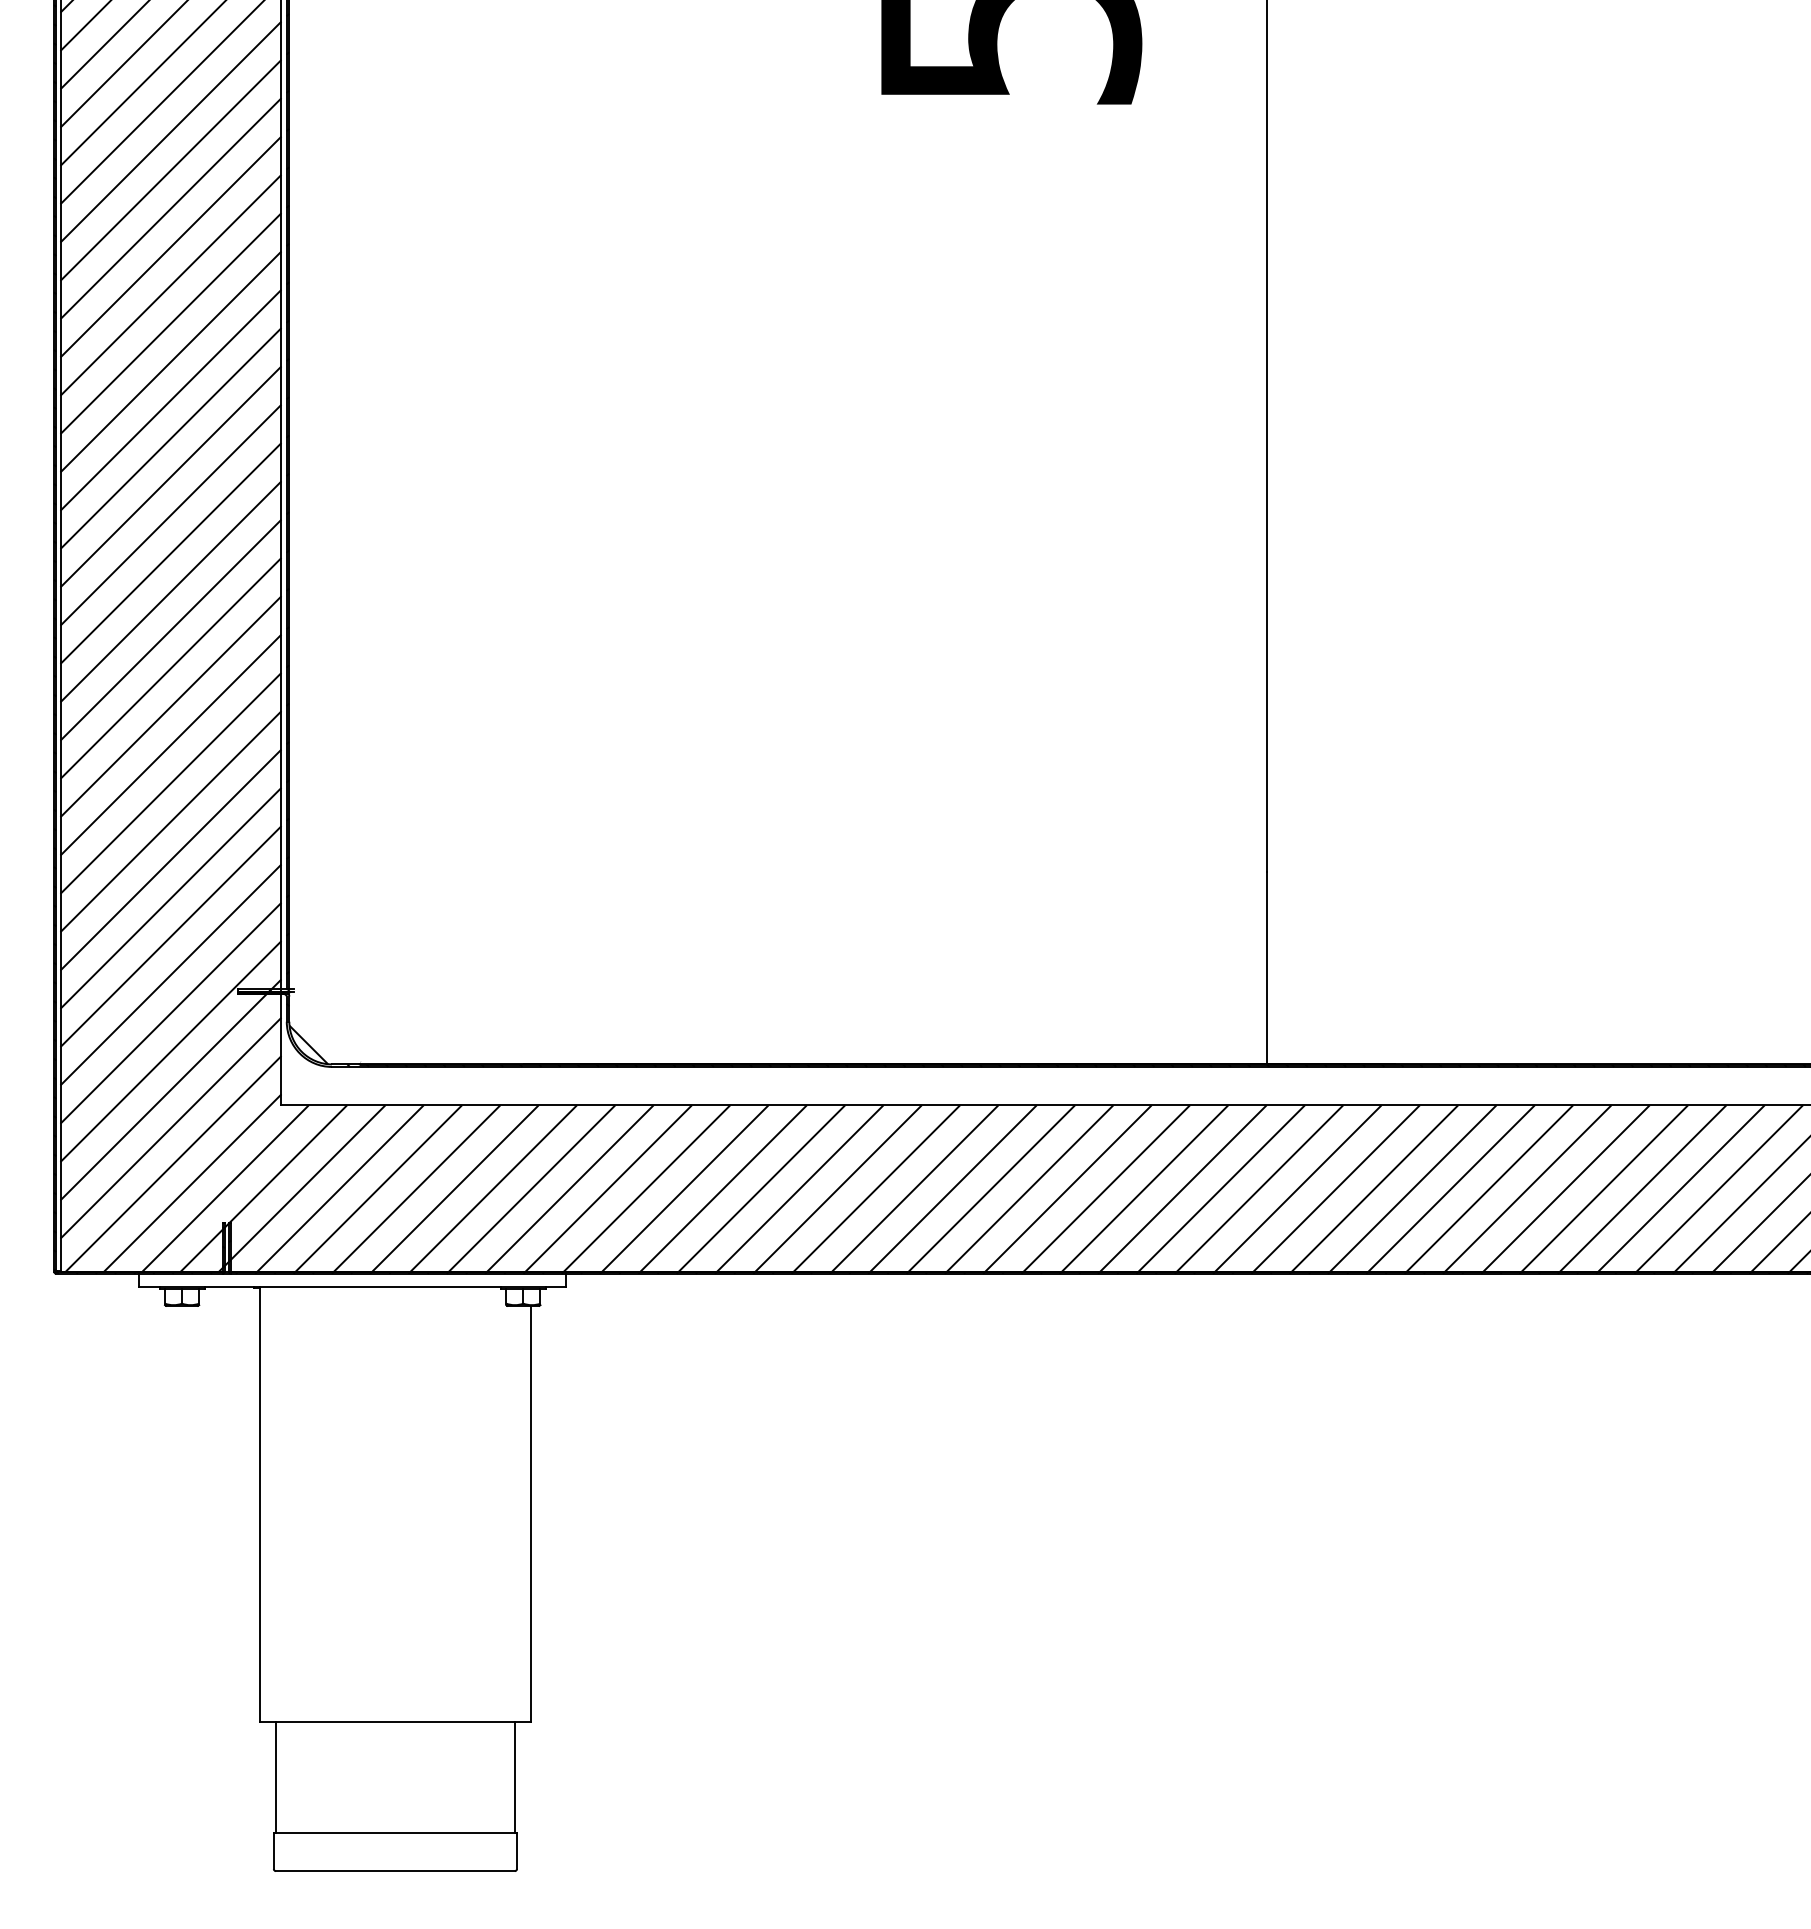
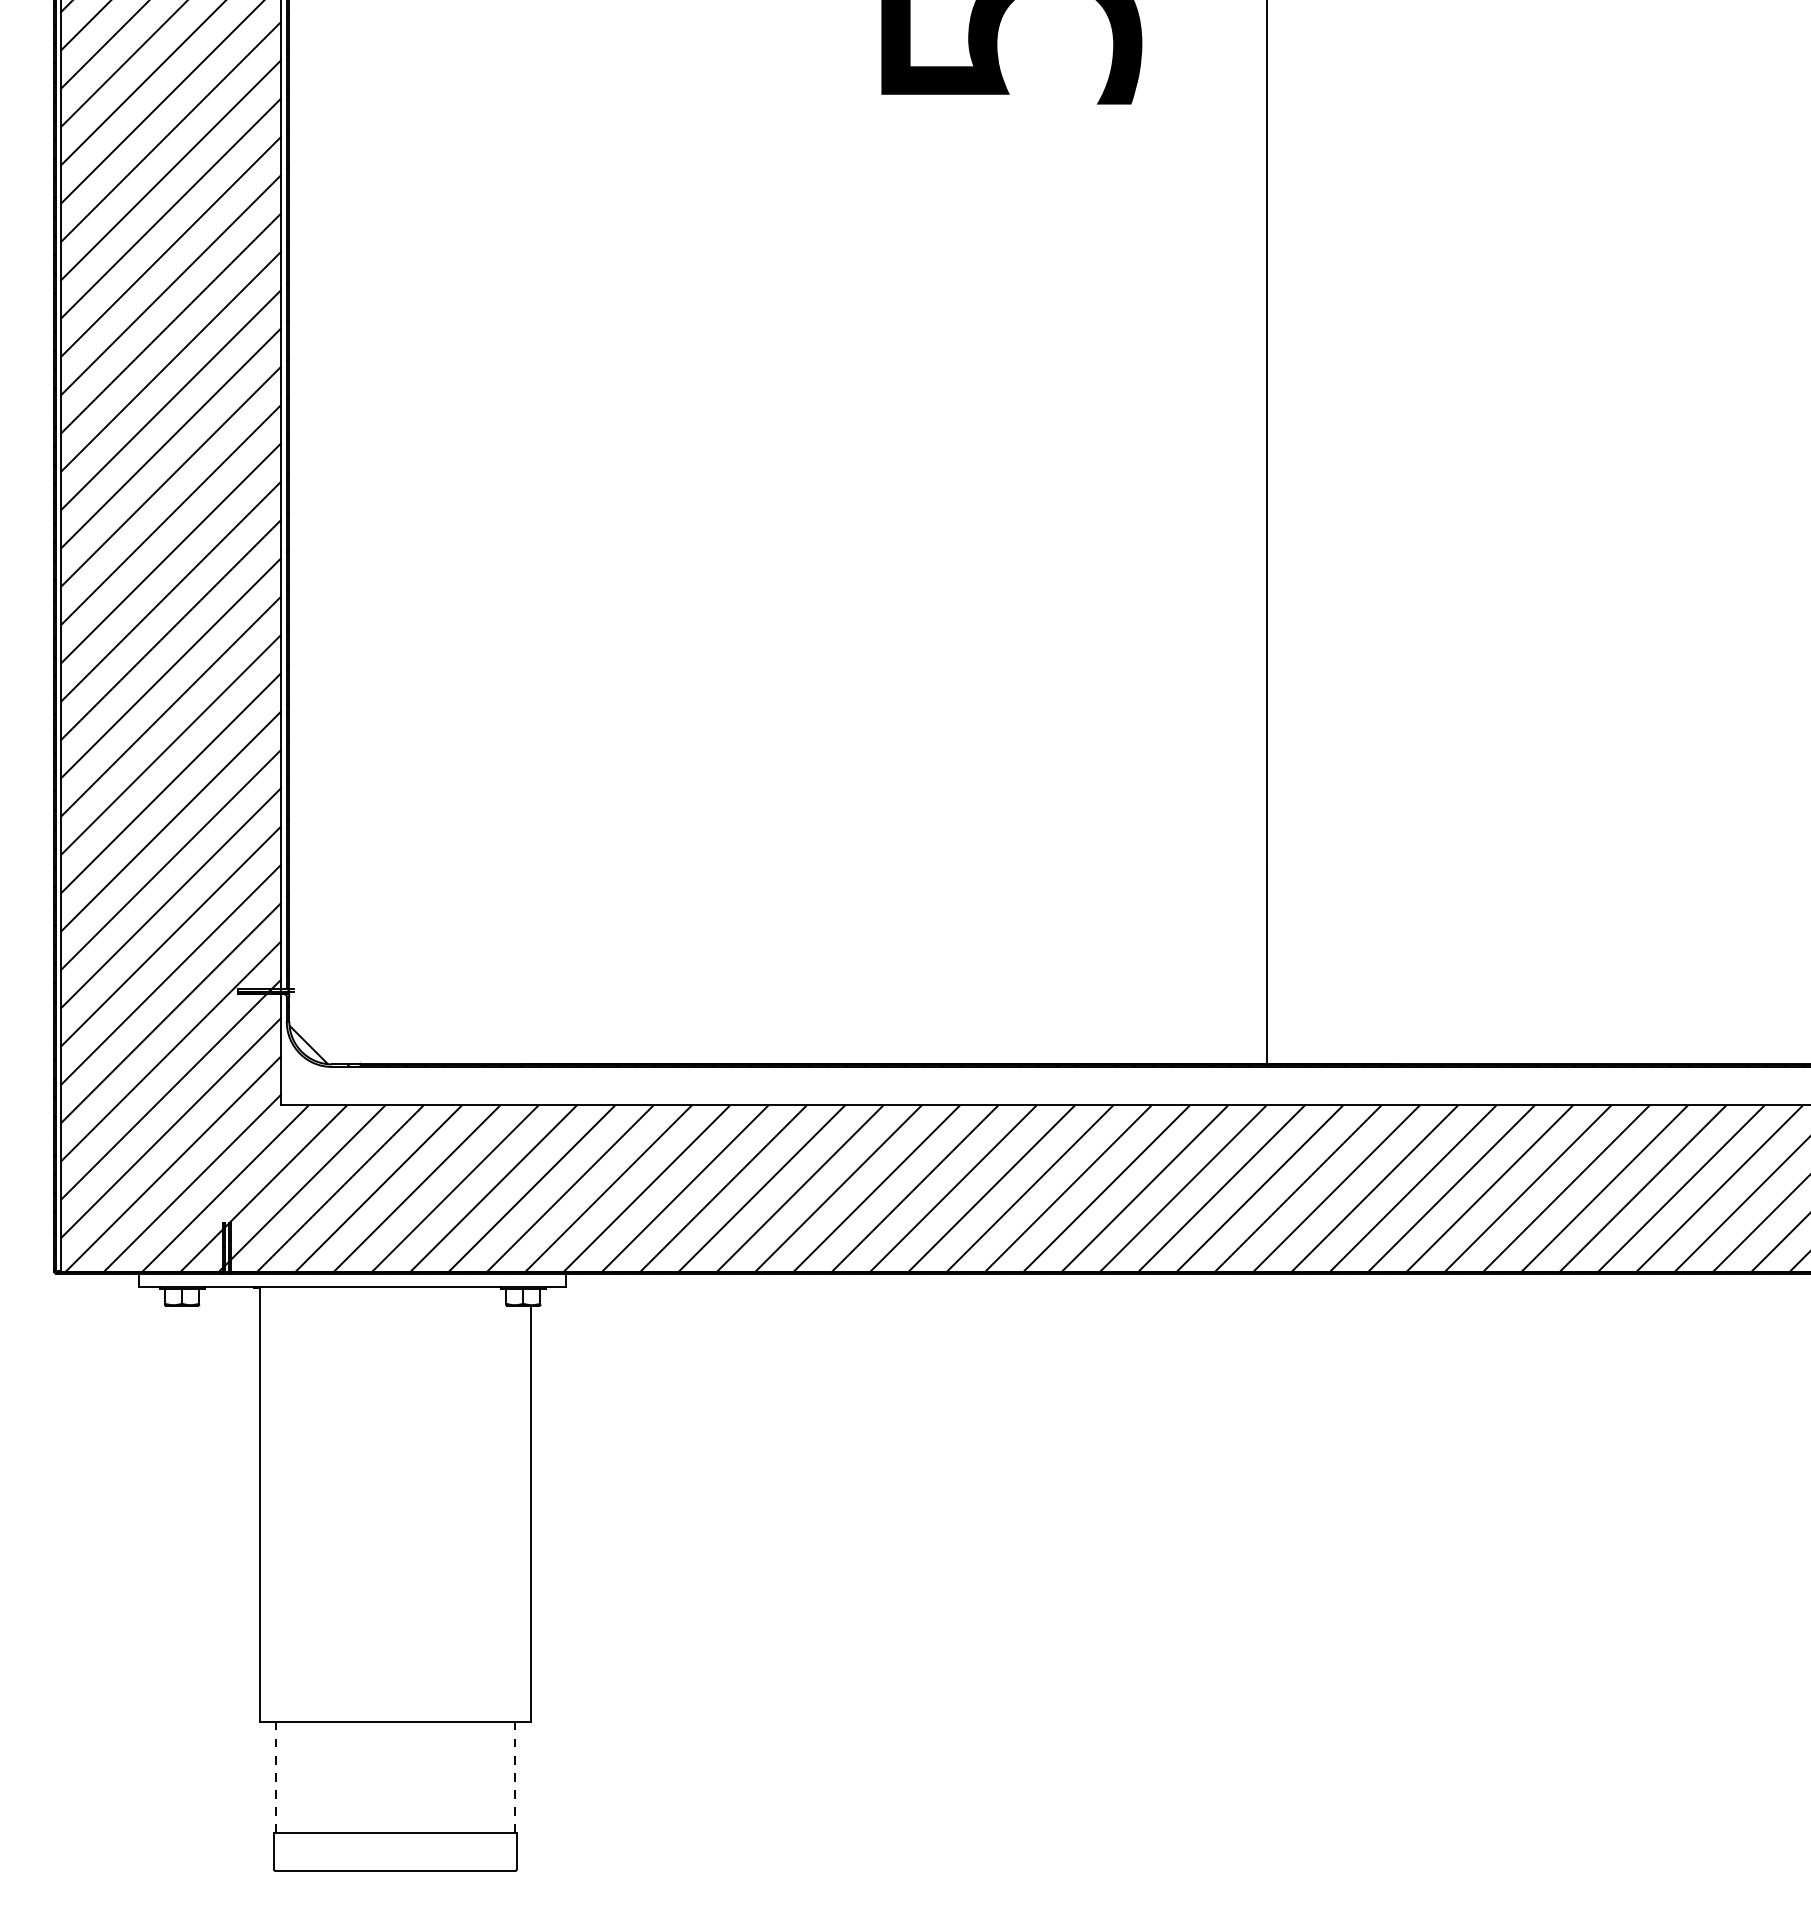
line at (514, 1776): solid -> dashed
line at (275, 1777): solid -> dashed
